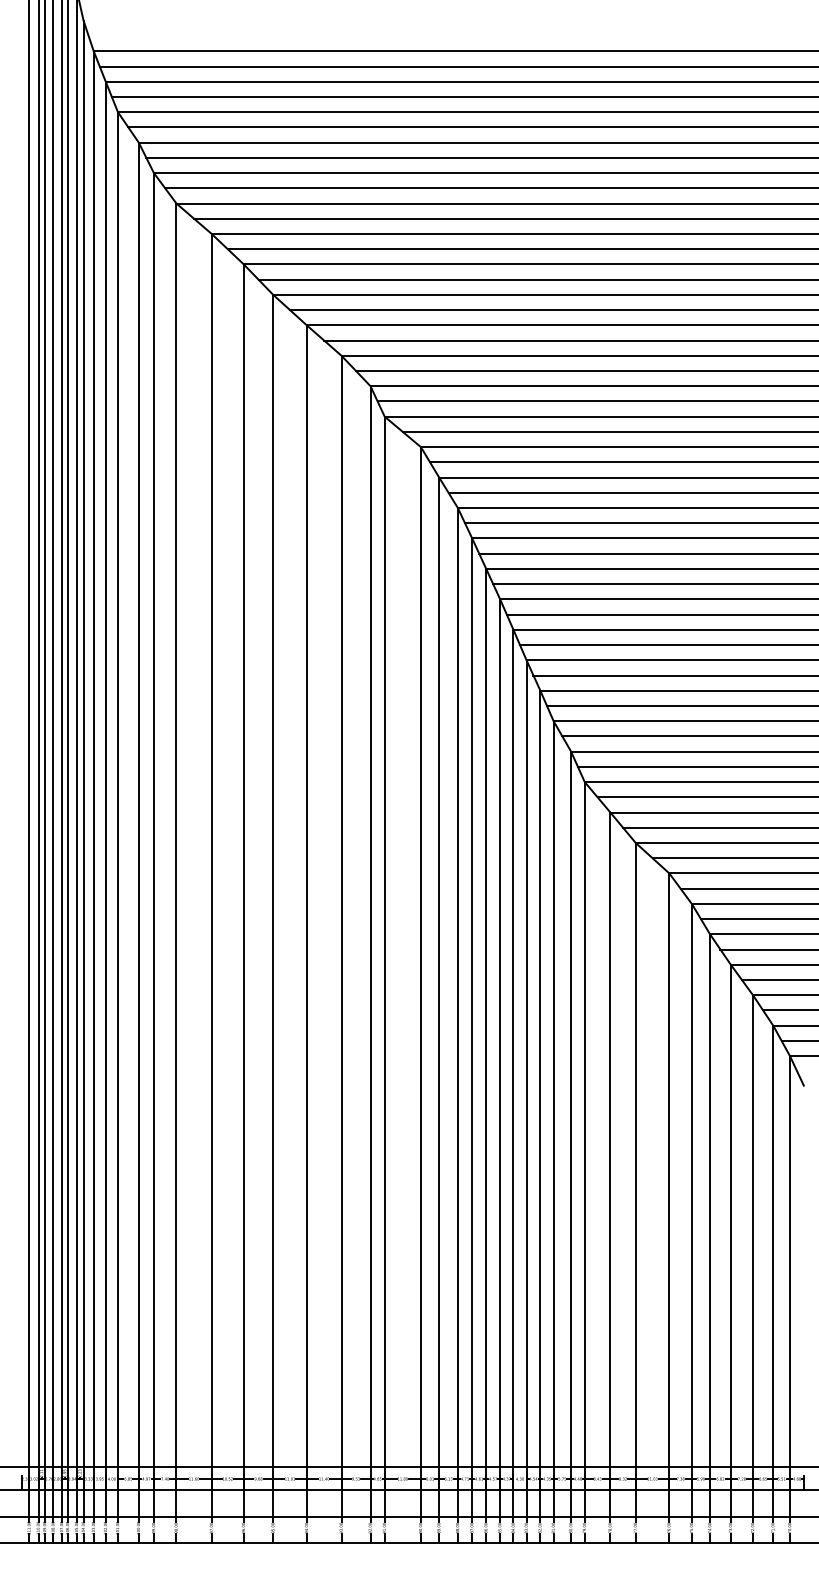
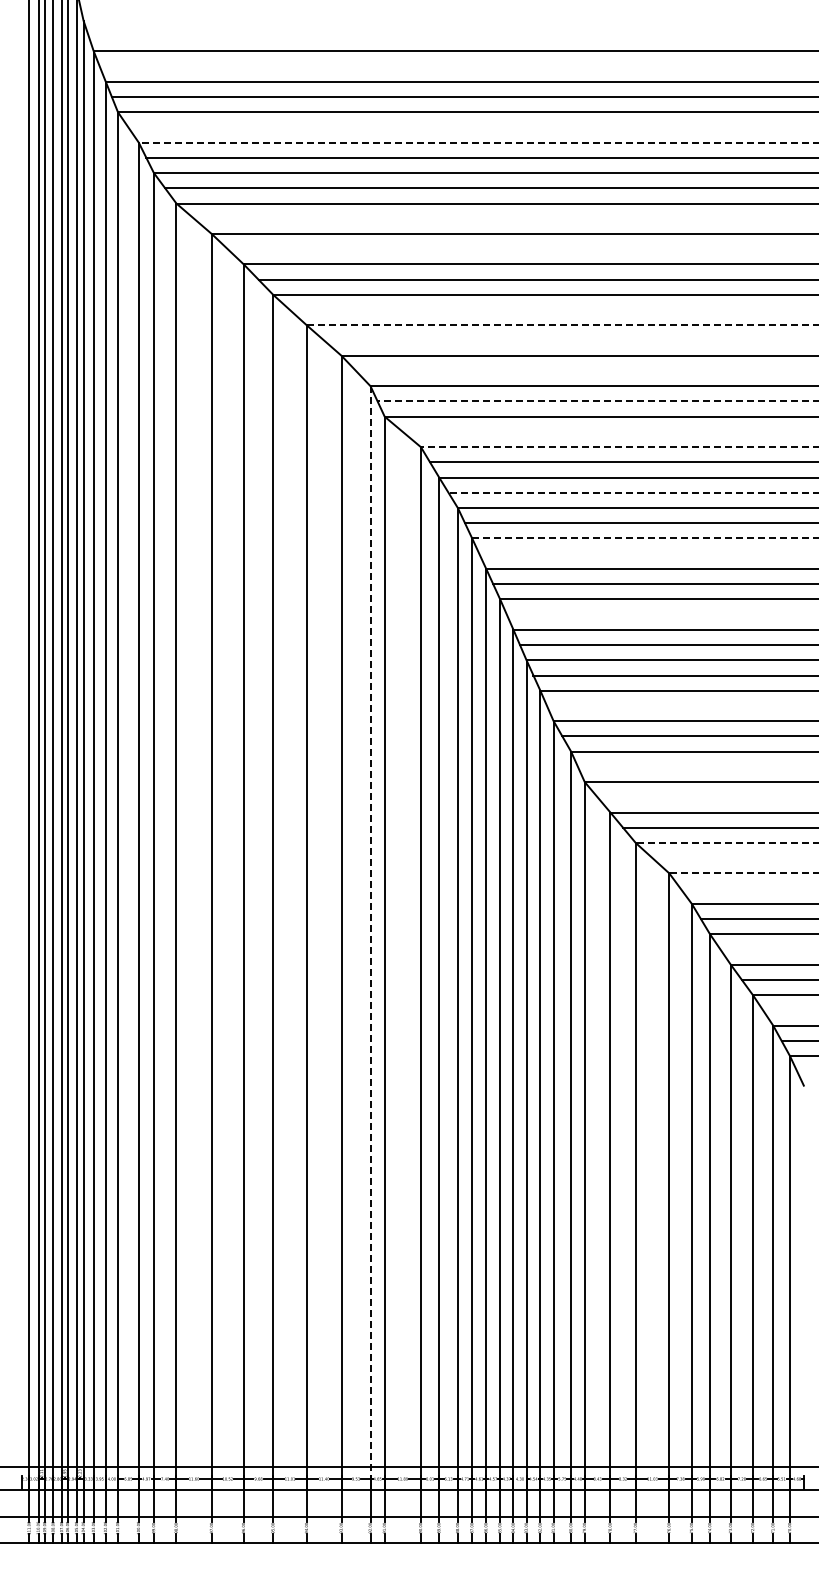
line at (457, 66): present -> none
line at (471, 127): present -> none
line at (478, 142): solid -> dashed
line at (504, 218): present -> none
line at (521, 249): present -> none
line at (552, 310): present -> none
line at (562, 325): solid -> dashed
line at (569, 340): present -> none
line at (585, 371): present -> none
line at (597, 401): solid -> dashed
line at (608, 431): present -> none
line at (619, 447): solid -> dashed
line at (633, 492): solid -> dashed
line at (645, 538): solid -> dashed
line at (647, 553): present -> none
line at (660, 614): present -> none
line at (681, 705): present -> none
line at (696, 766): present -> none
line at (706, 797): present -> none
line at (726, 842): solid -> dashed
line at (733, 858): present -> none
line at (743, 873): solid -> dashed
line at (747, 888): present -> none
line at (370, 938): solid -> dashed
line at (767, 949): present -> none
line at (789, 1010): present -> none
